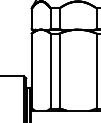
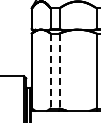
line at (50, 71): solid -> dashed
line at (59, 71): solid -> dashed
